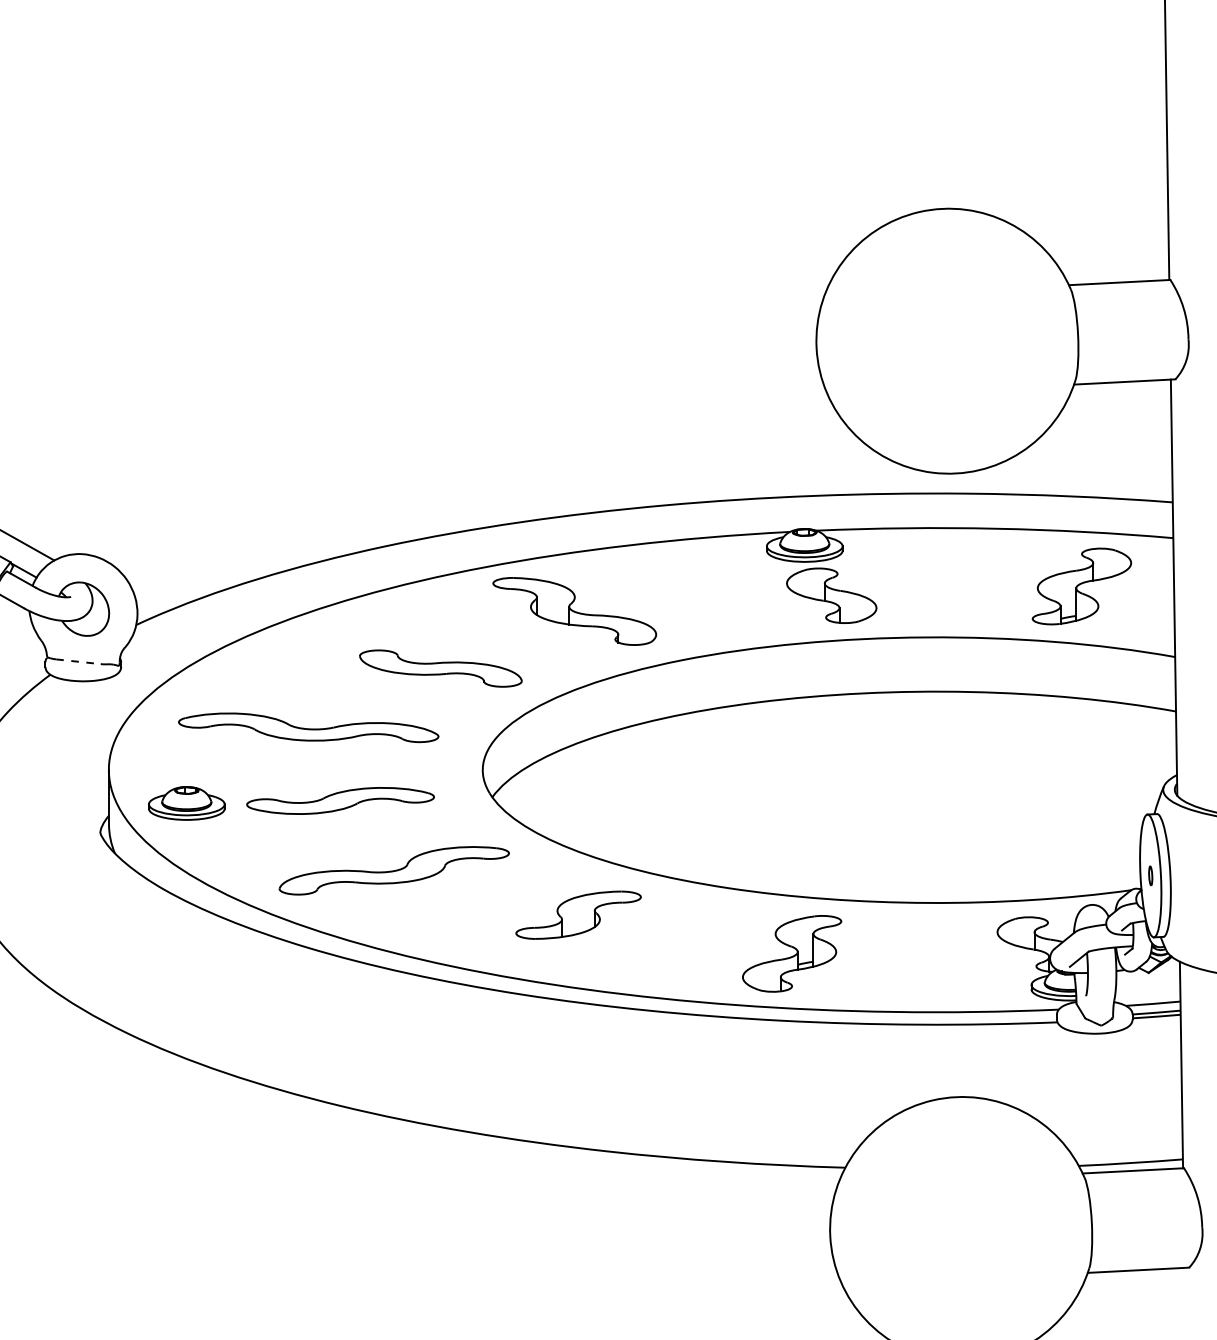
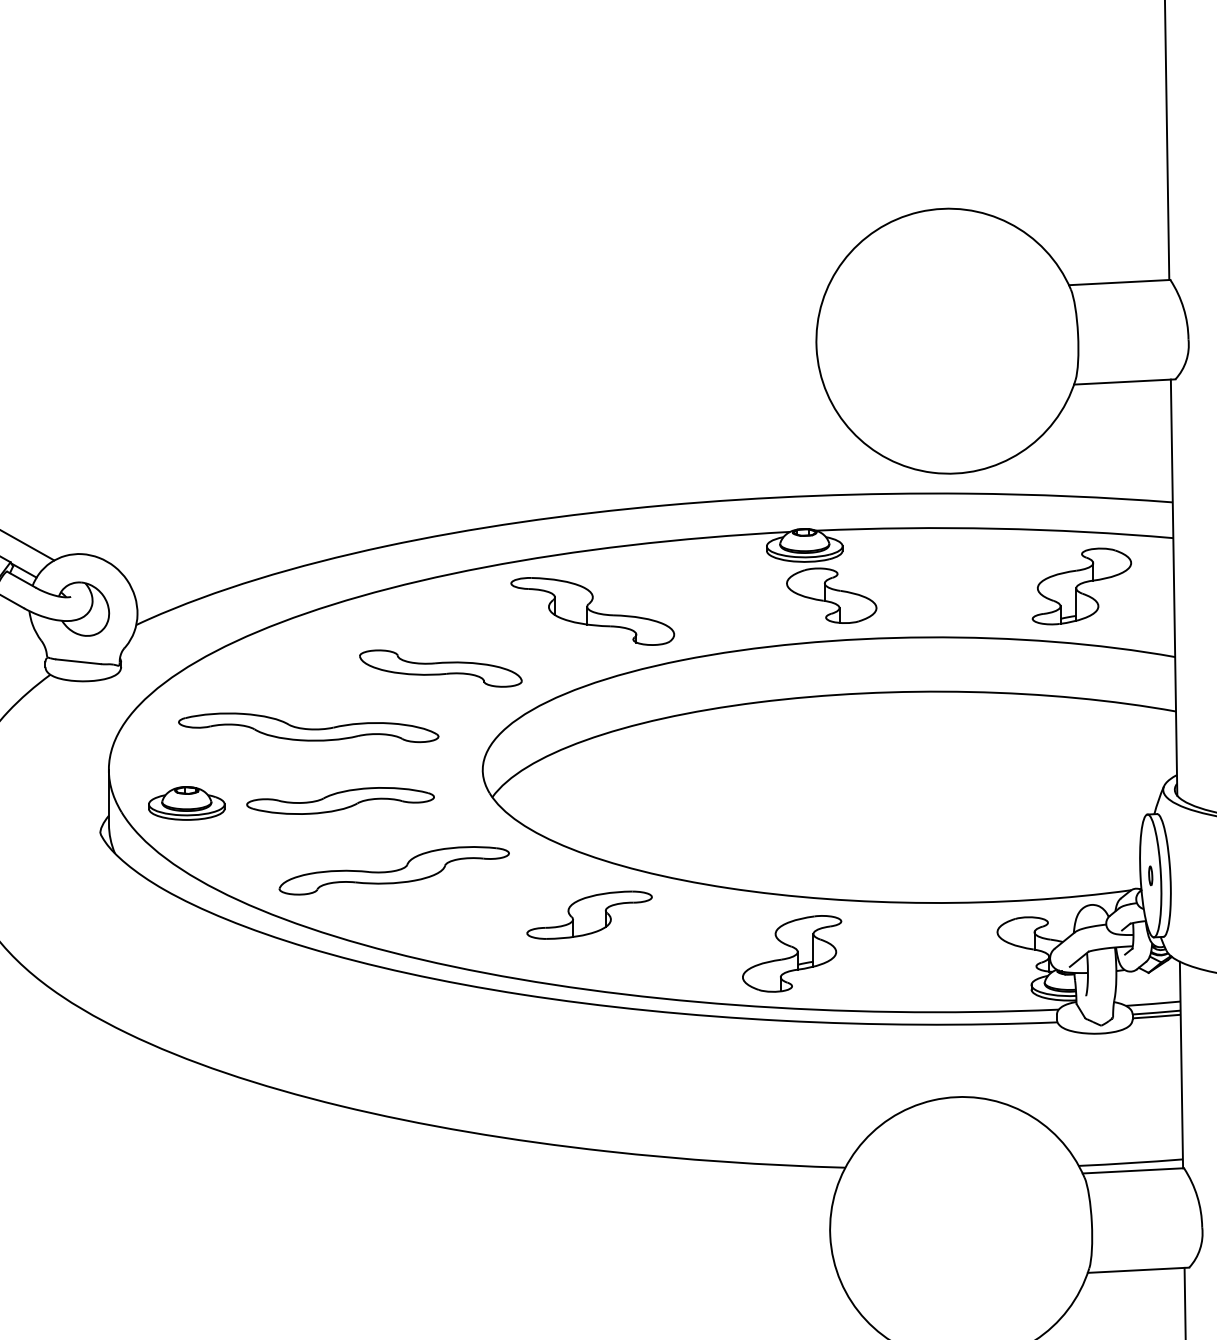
part at (574, 611) position: (574, 611) -> (592, 611)
line at (78, 661): dashed -> solid
part at (578, 914) position: (578, 914) -> (589, 914)
line at (1184, 1301): none -> present
